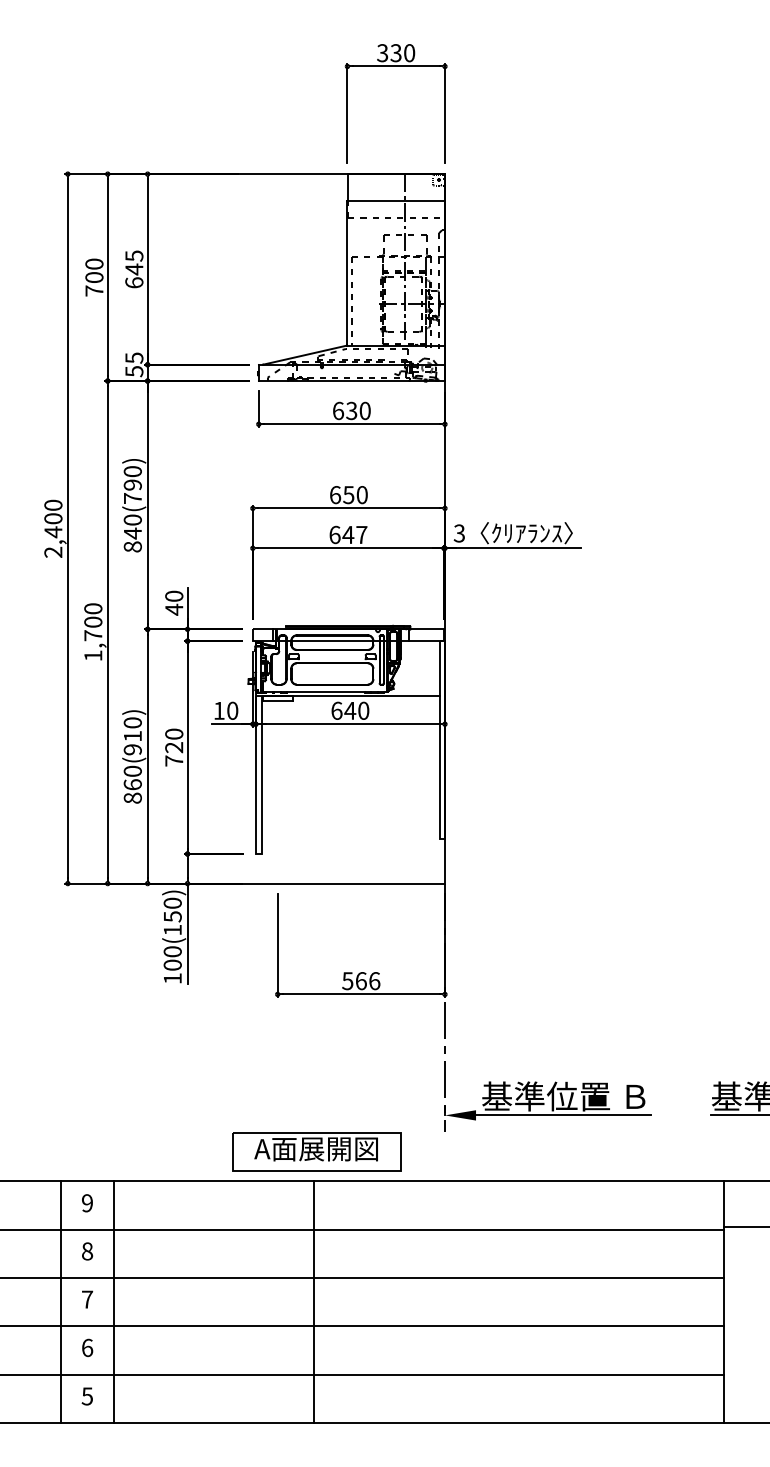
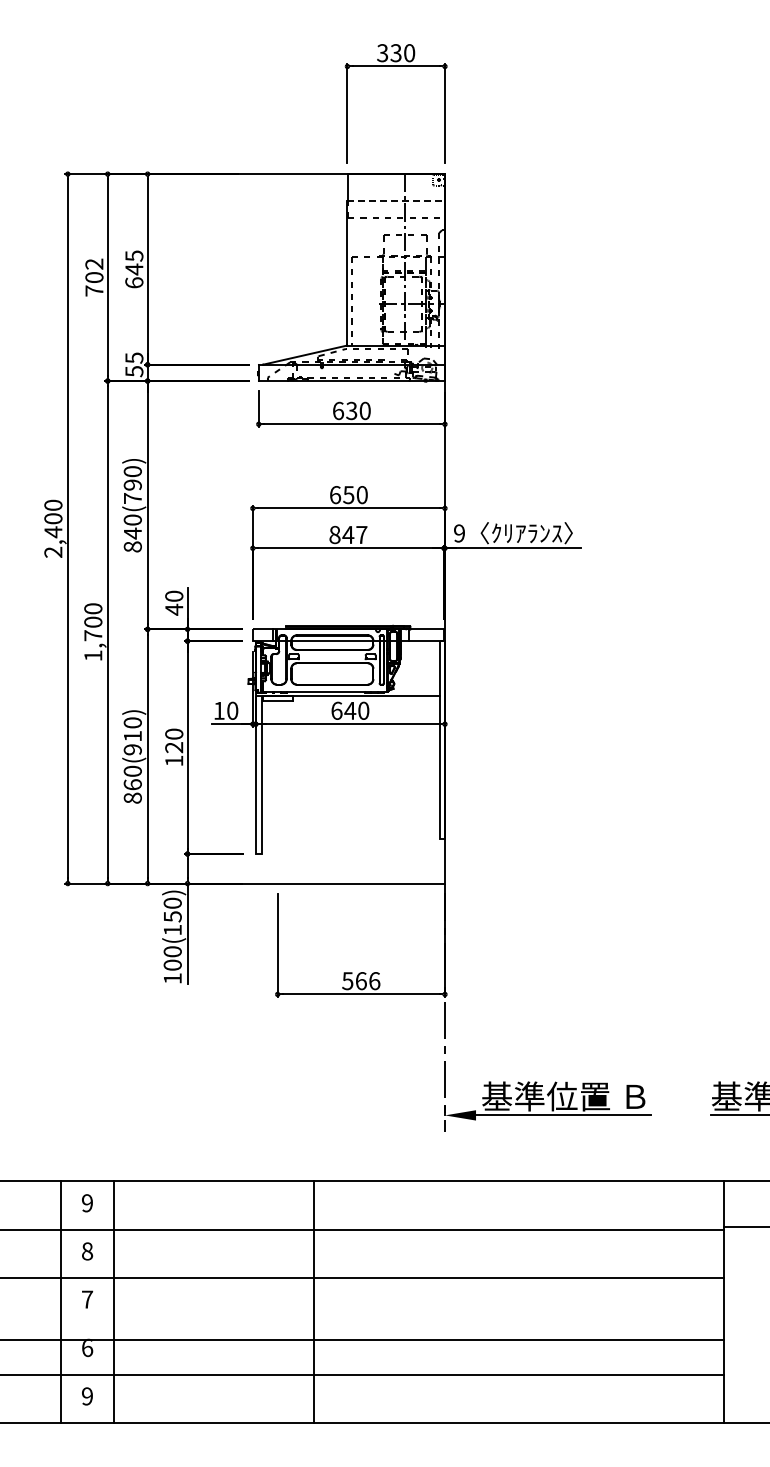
line at (396, 200): solid -> dashed
text at (94, 263): 700 -> 702
text at (458, 533): 3 -> 9
text at (334, 534): 647 -> 847
text at (174, 760): 720 -> 120
part at (316, 1151): present -> none
line at (362, 1326) position: (362, 1326) -> (362, 1340)
text at (86, 1396): 5 -> 9
